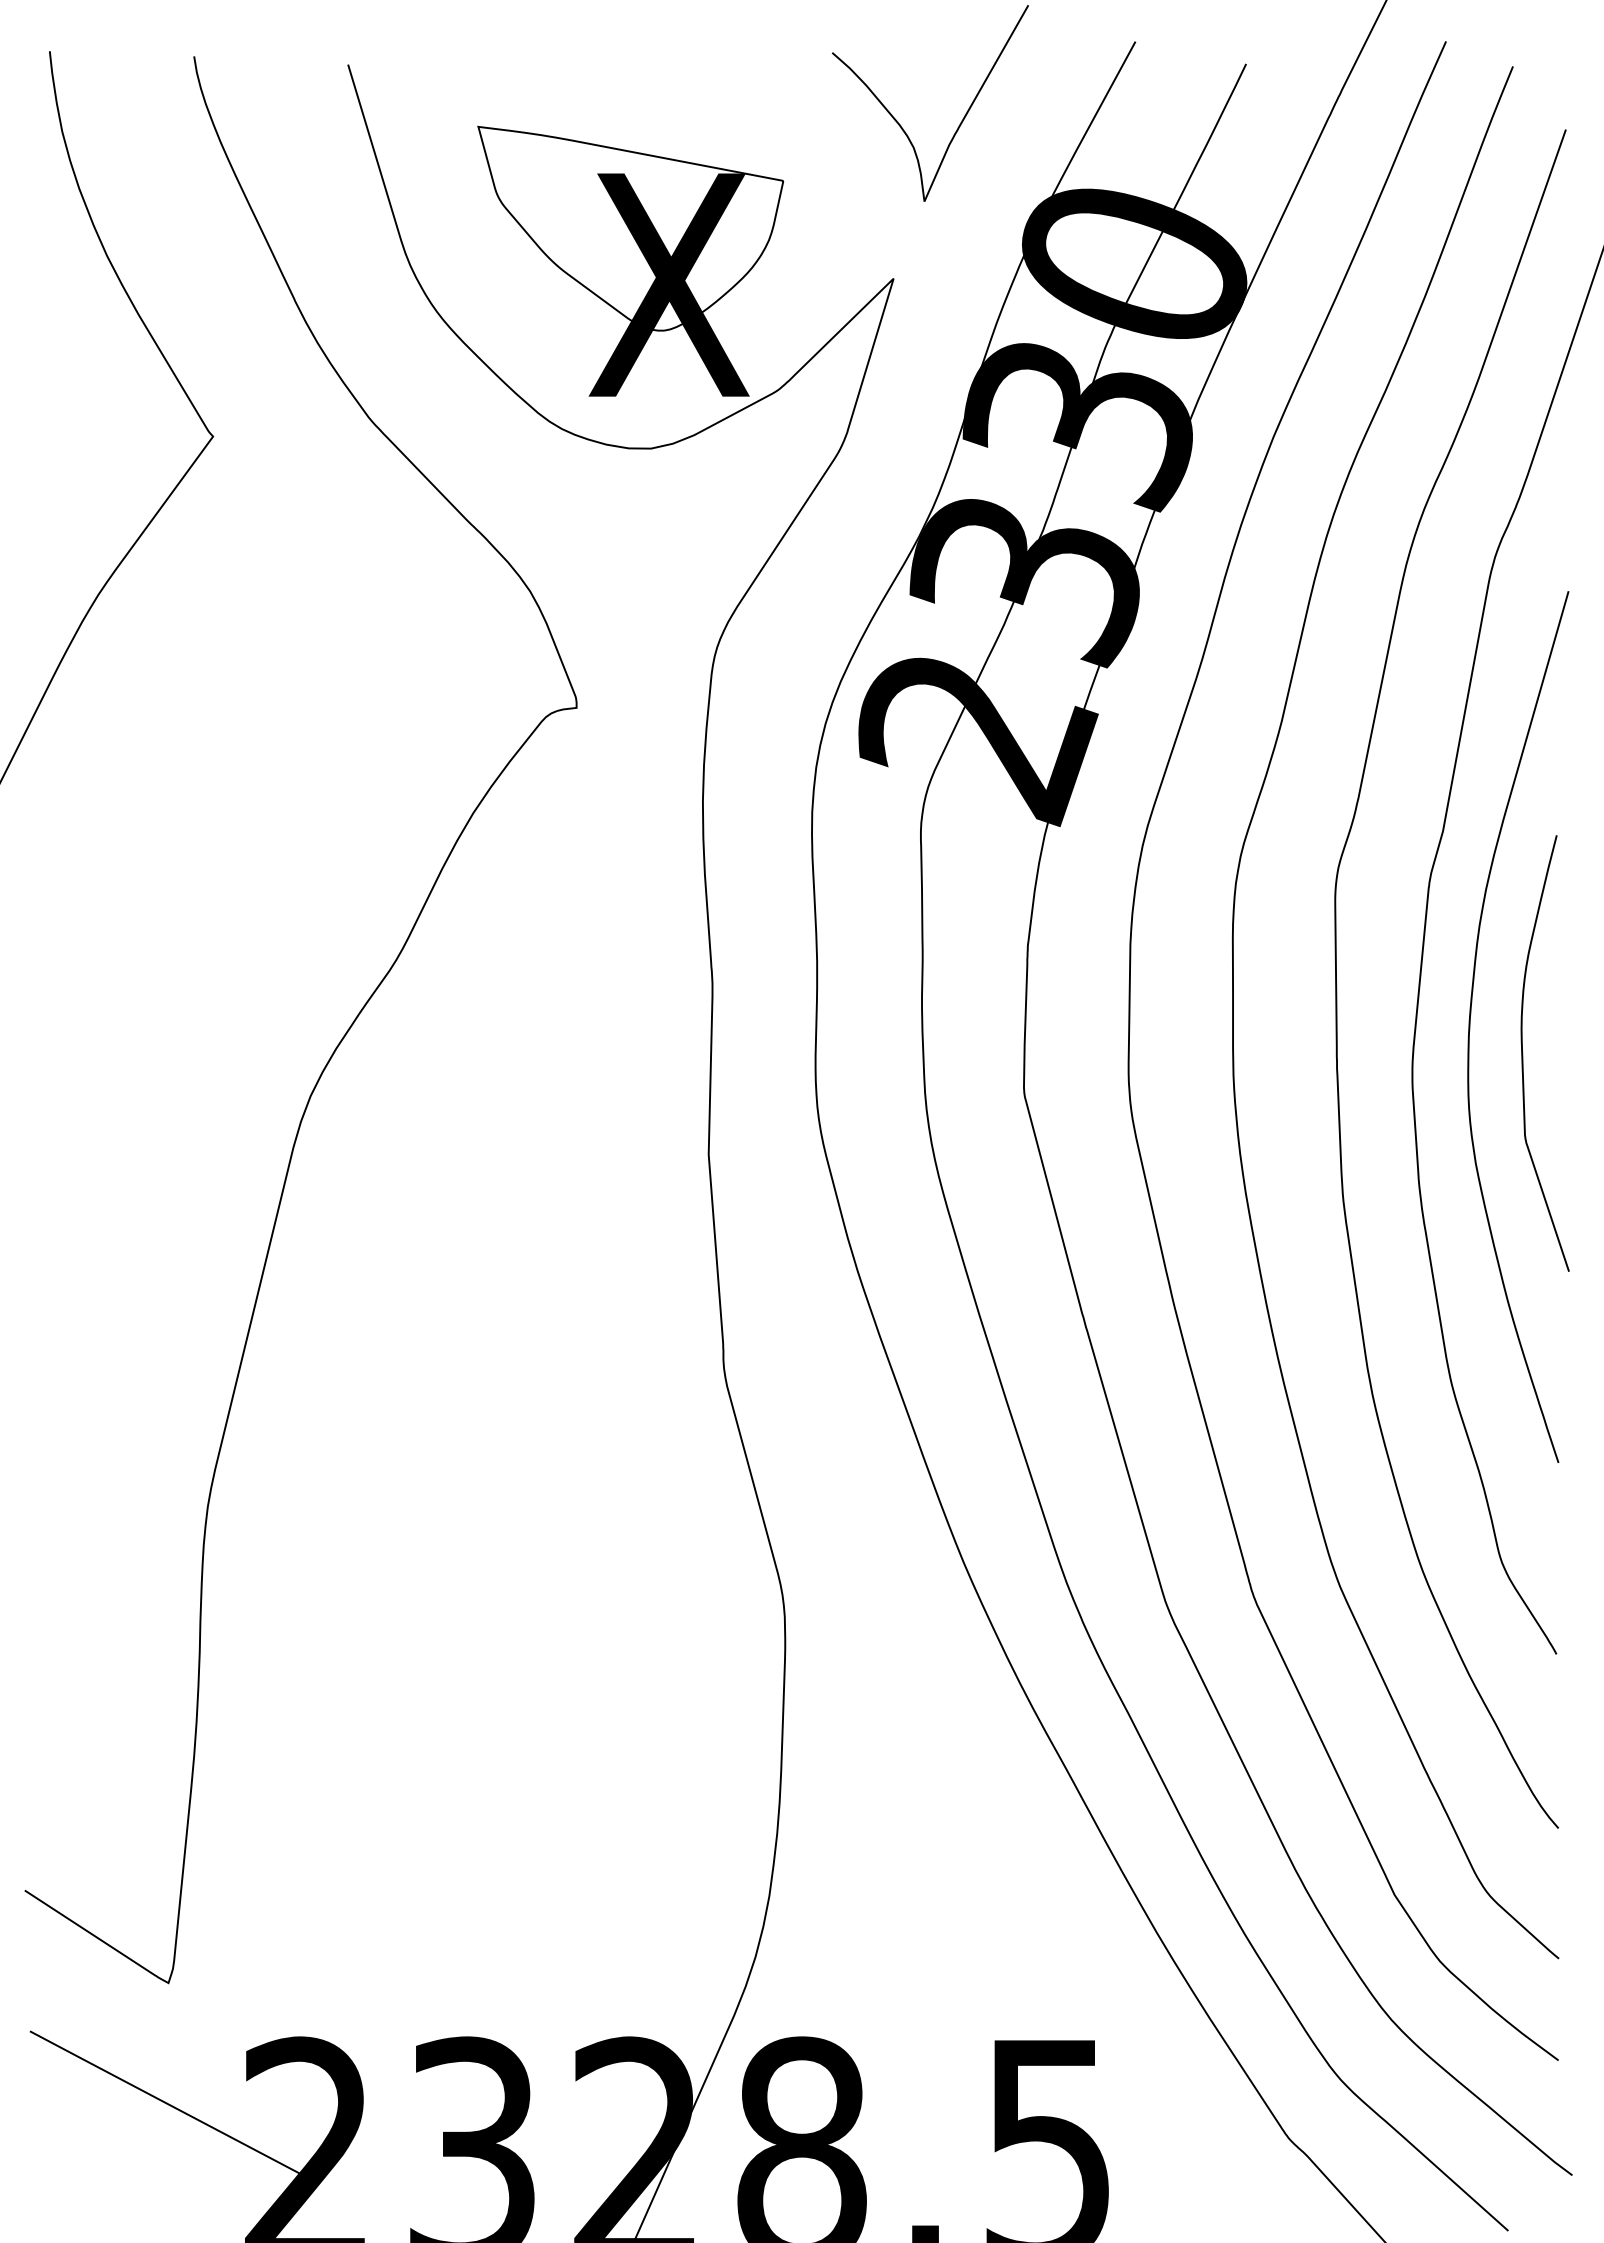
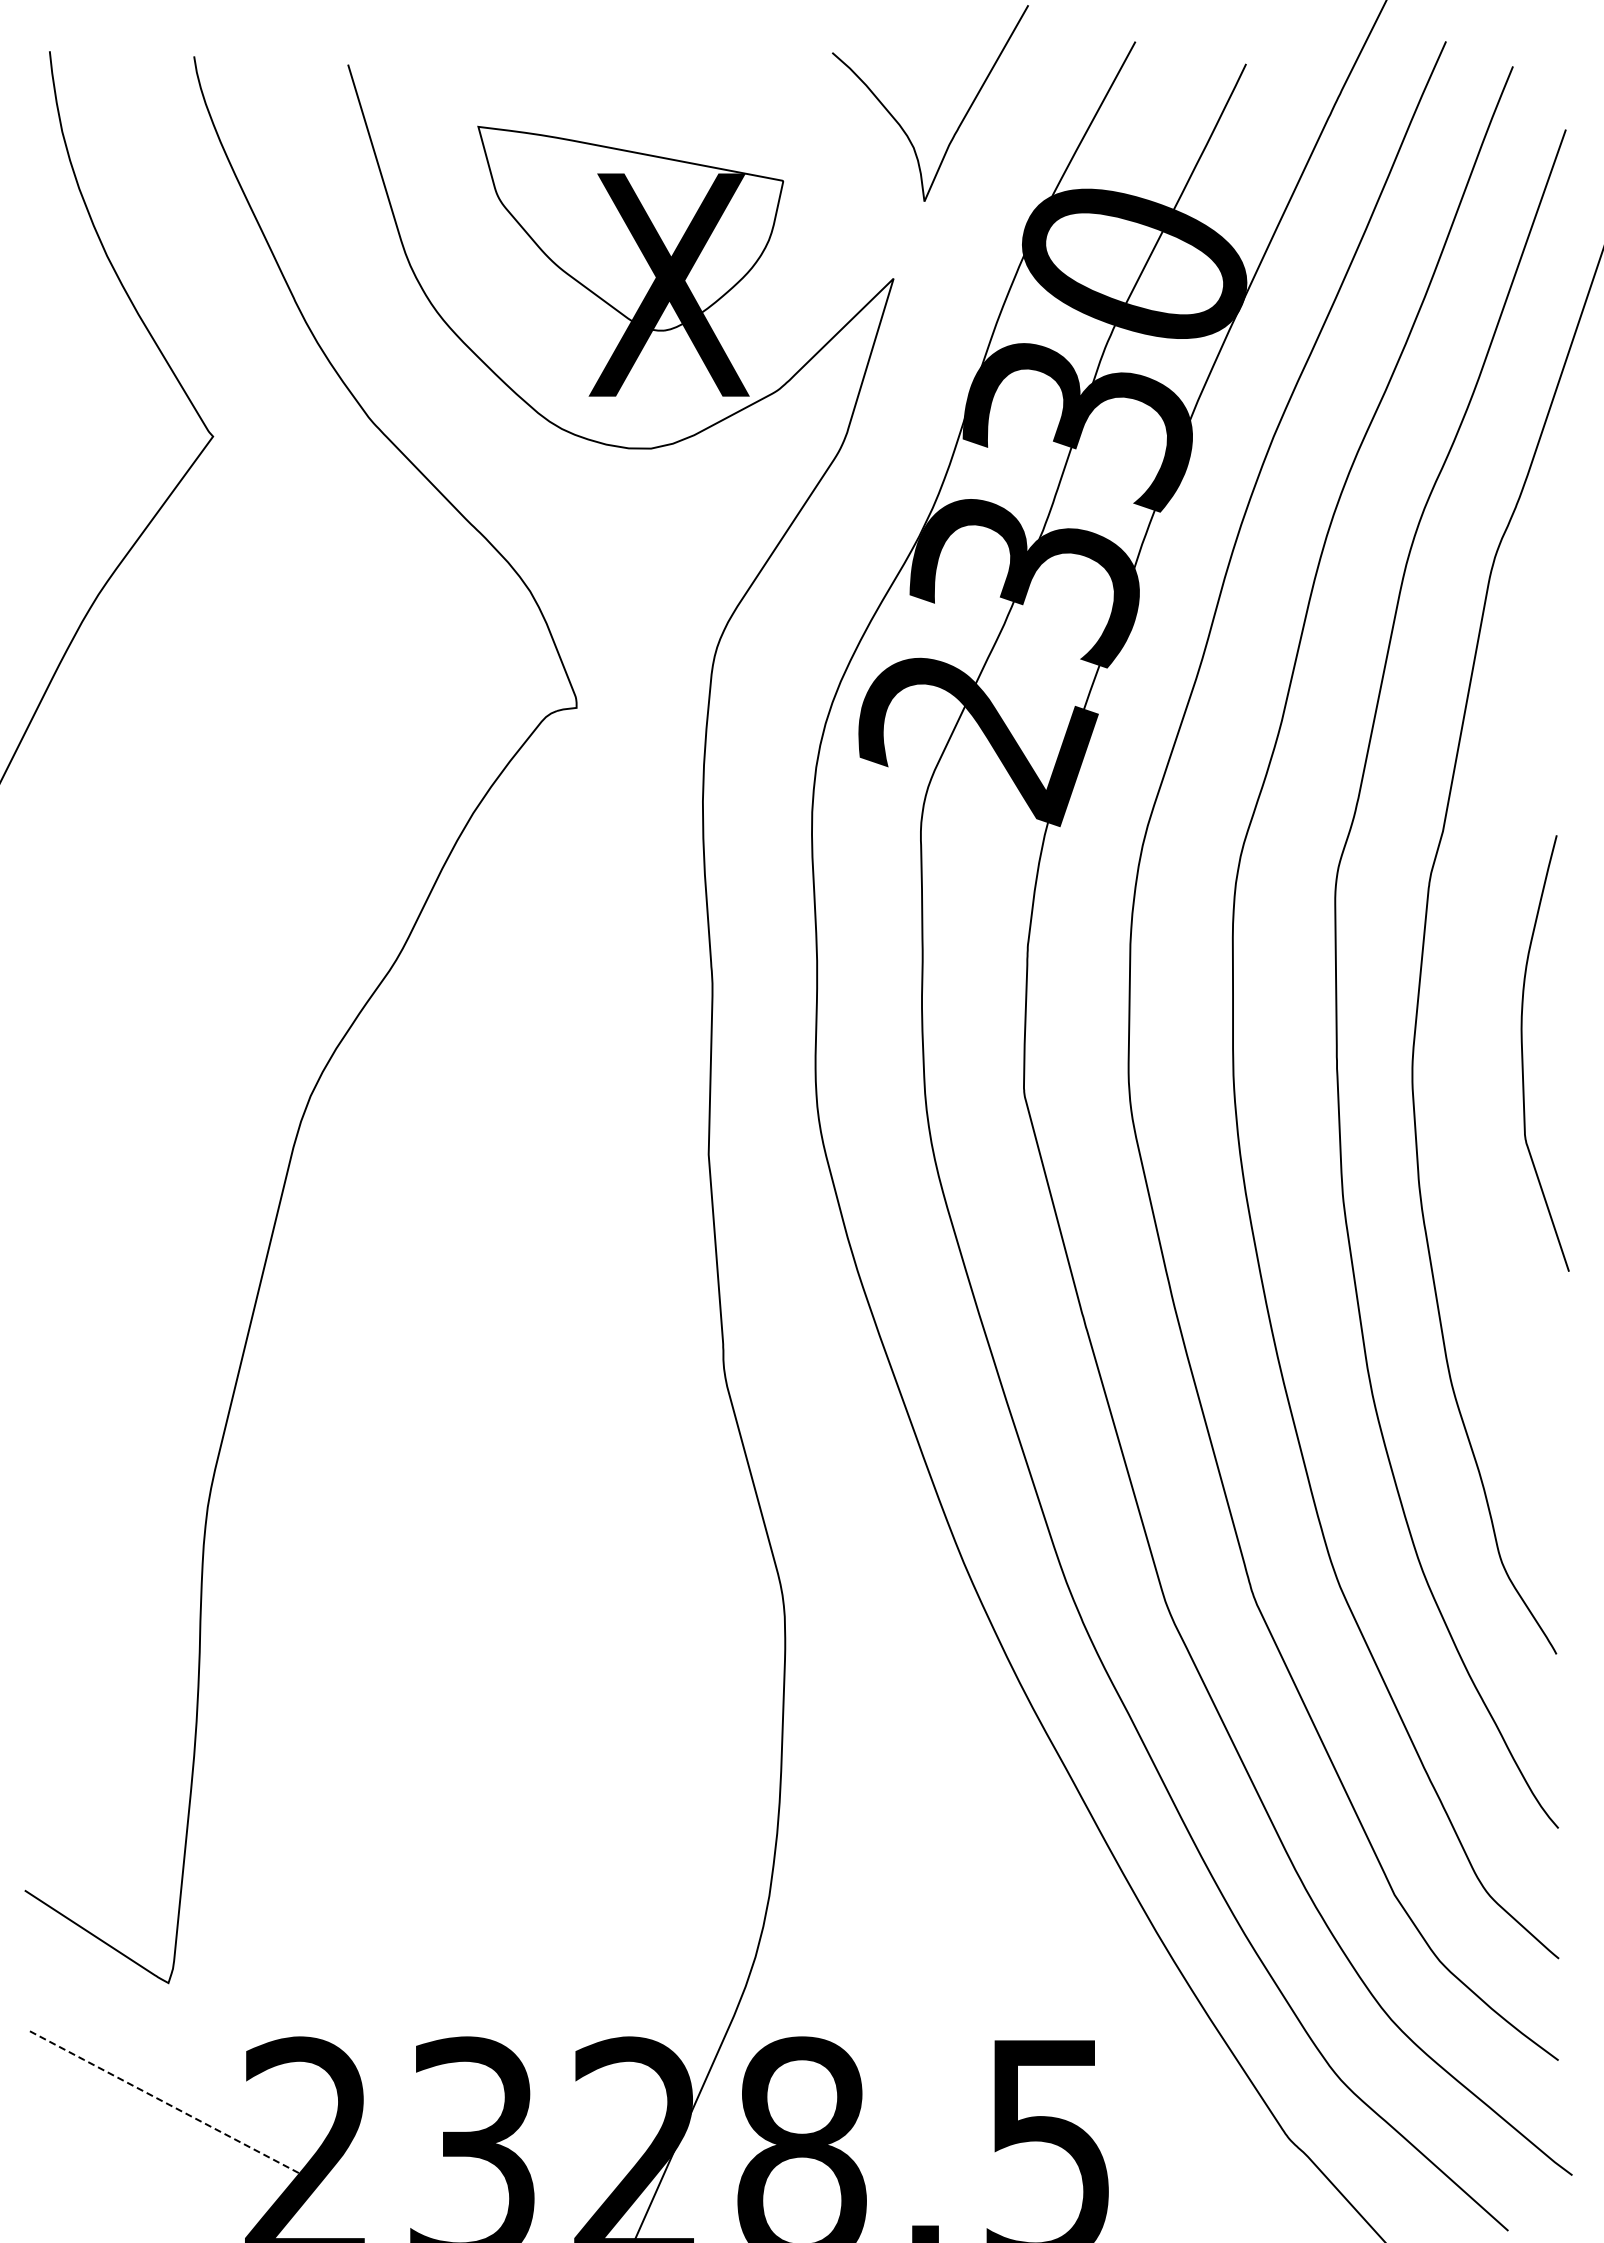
curve at (1470, 1026): present -> none
line at (172, 2106): solid -> dashed
